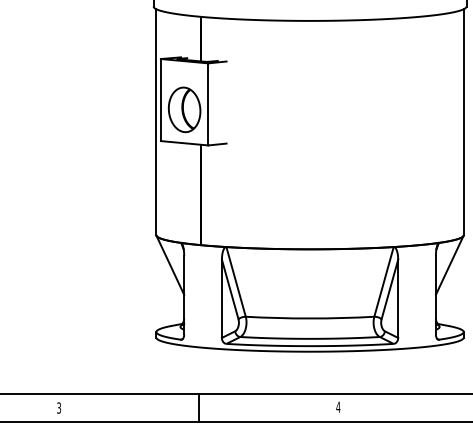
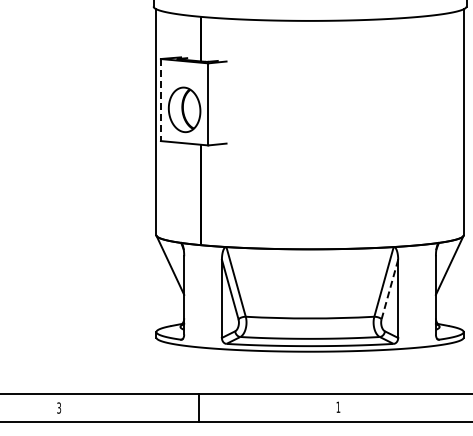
line at (160, 100): solid -> dashed
line at (389, 289): solid -> dashed
text at (338, 406): 4 -> 1
